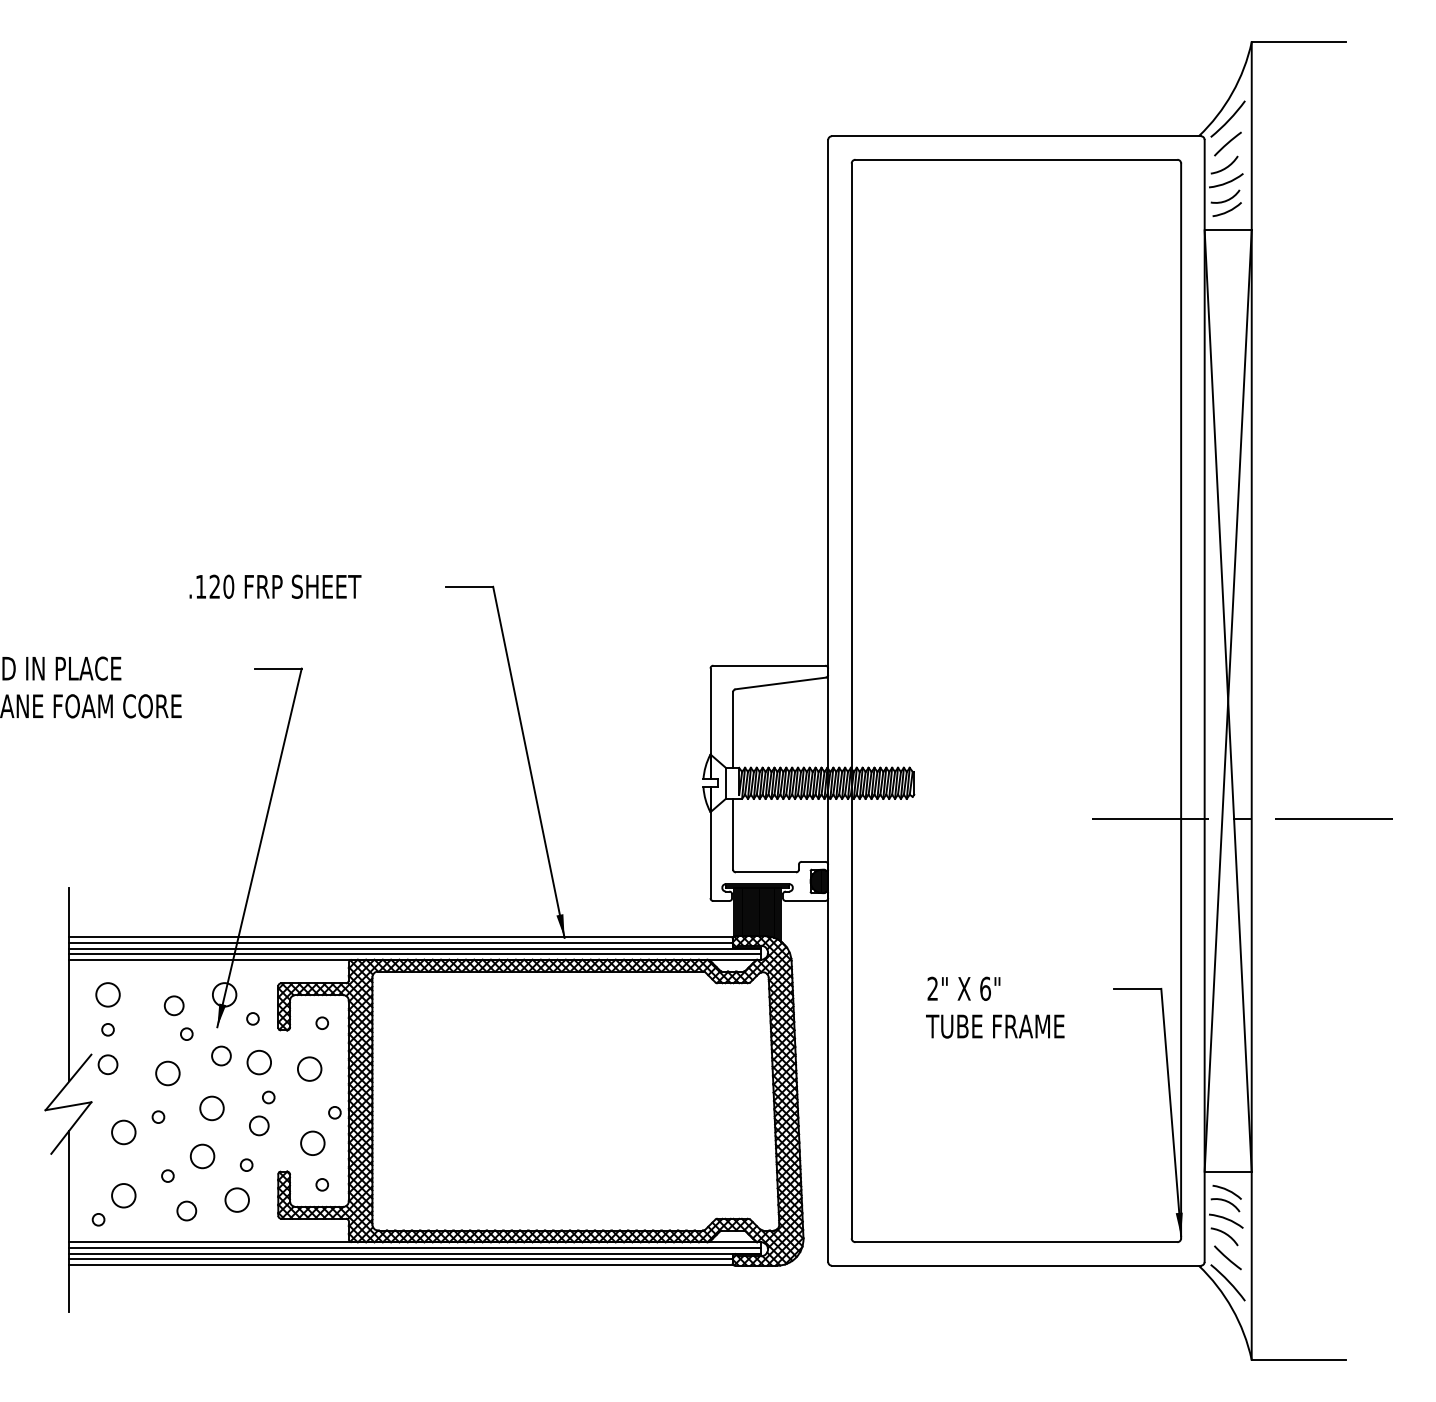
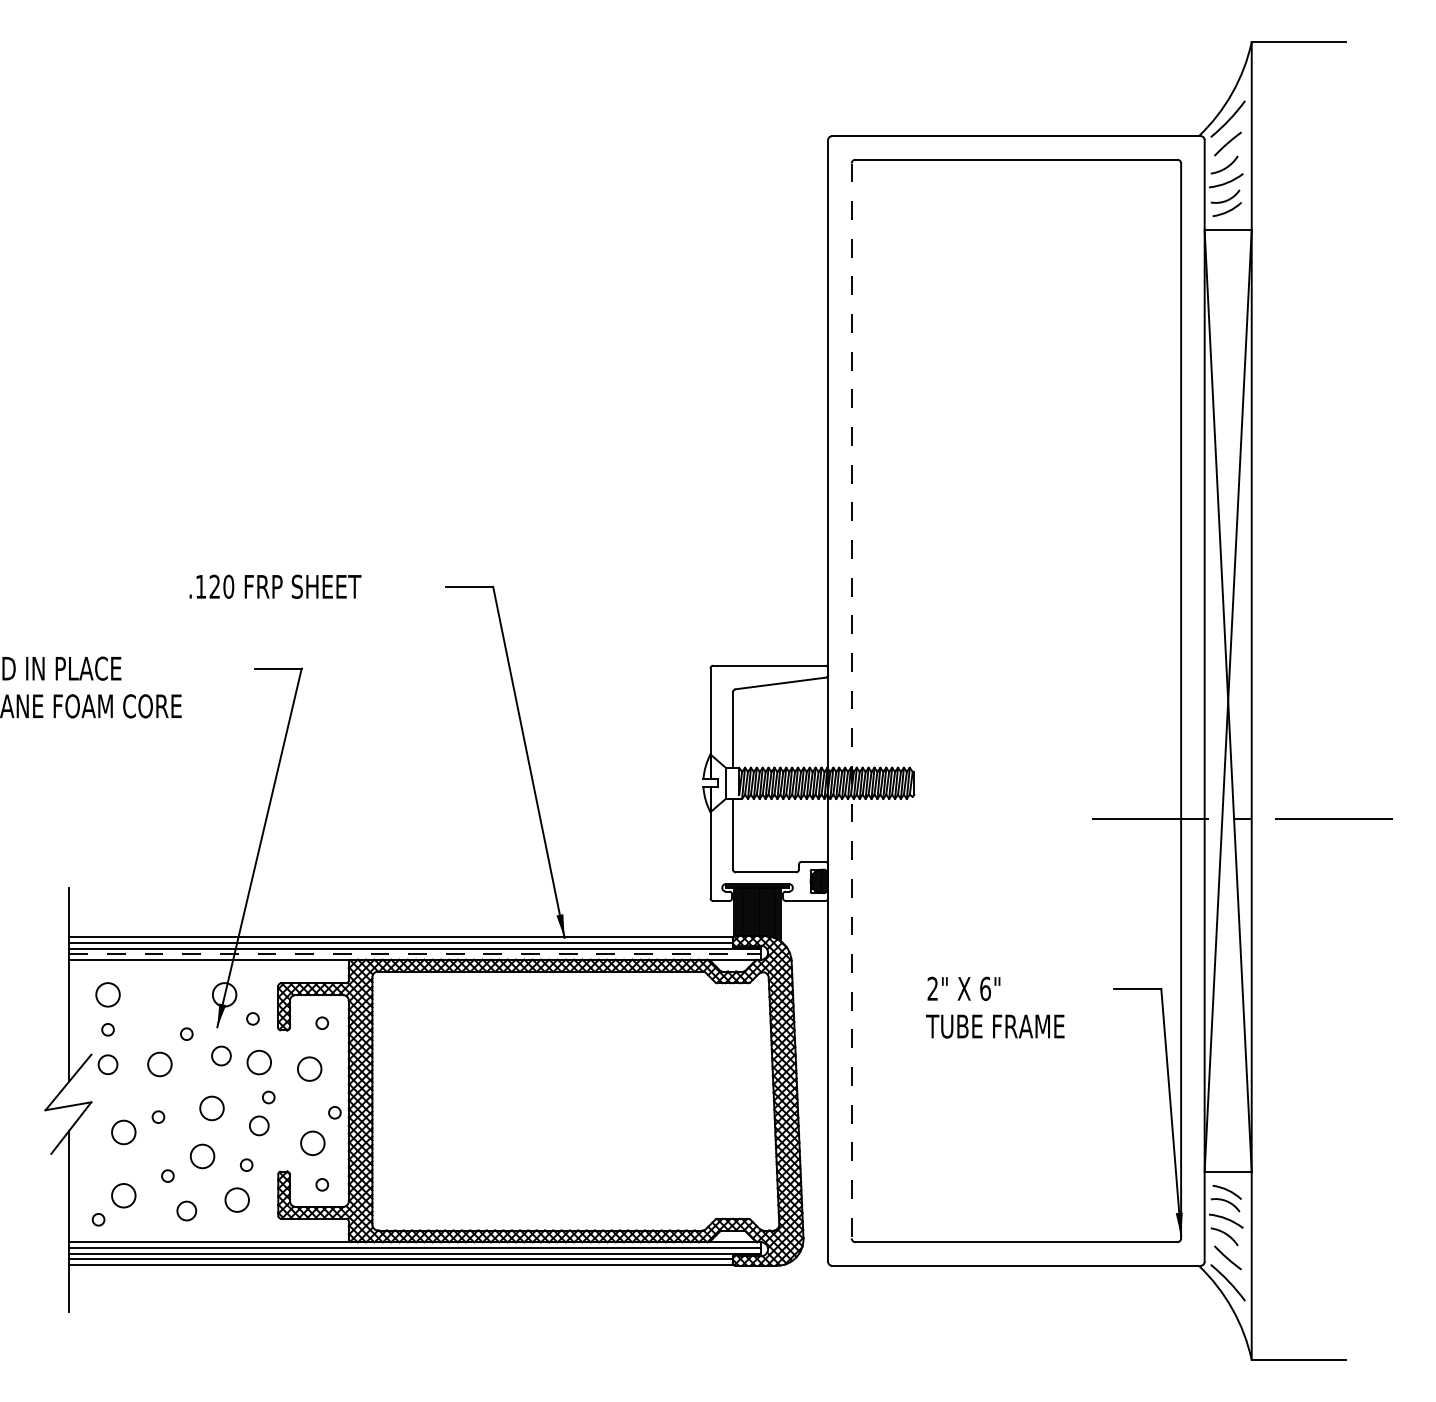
line at (851, 701): solid -> dashed
line at (415, 954): solid -> dashed
circle at (173, 1005): present -> none
circle at (167, 1073) position: (167, 1073) -> (159, 1064)
